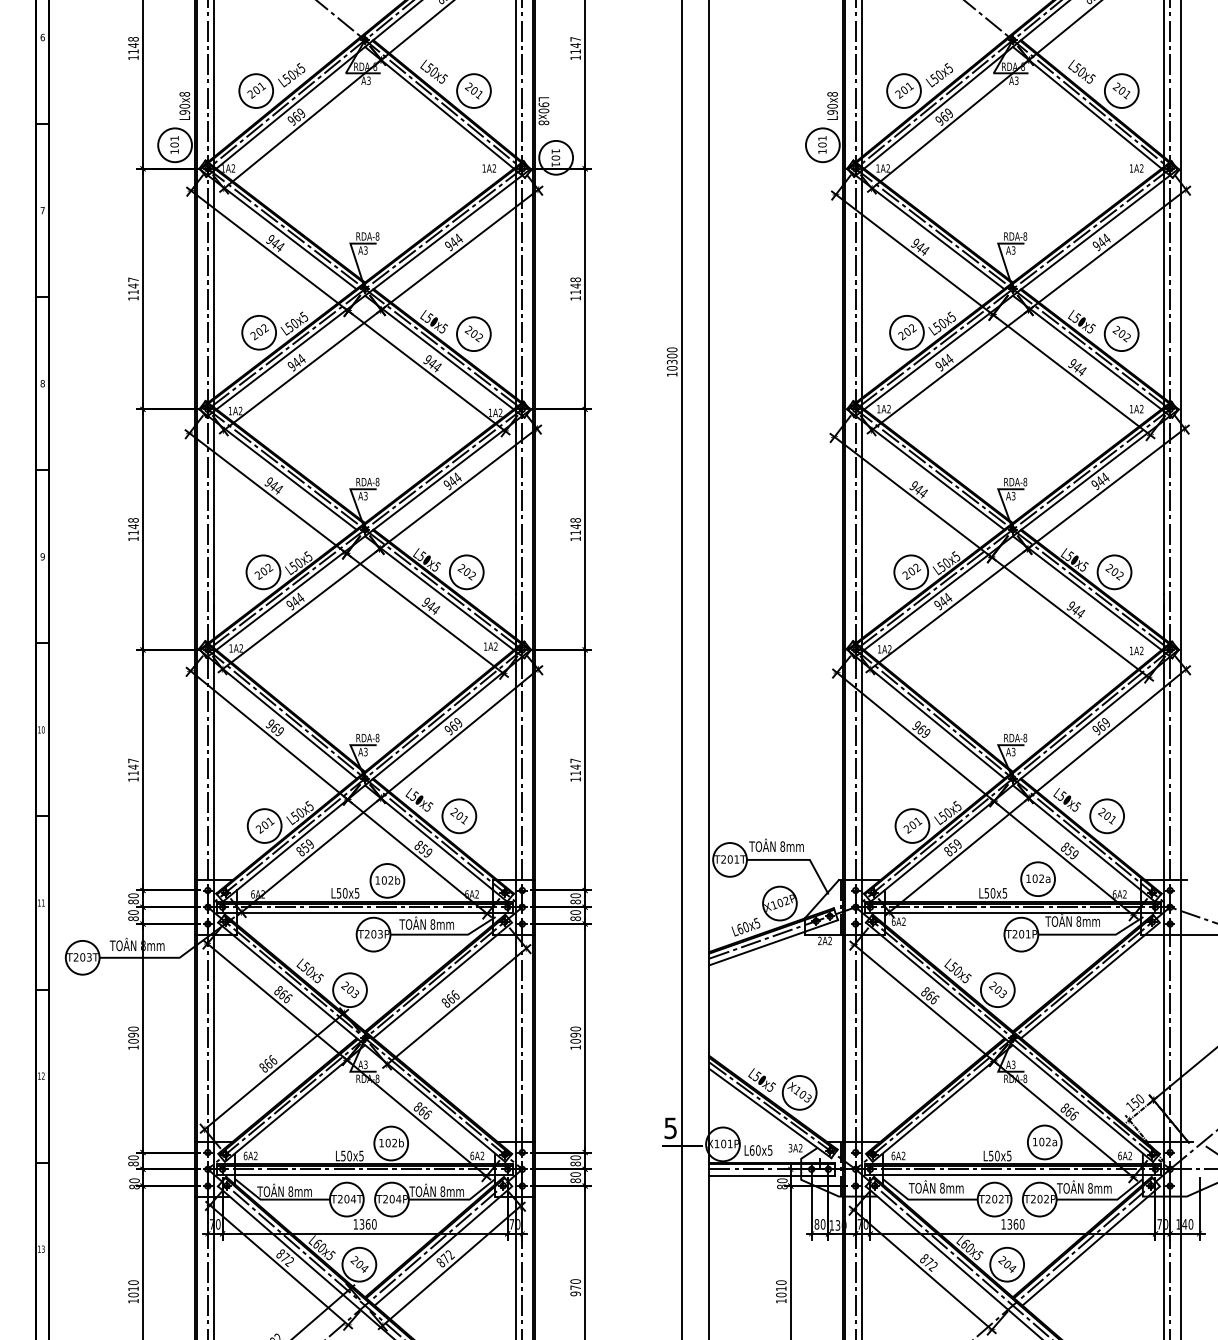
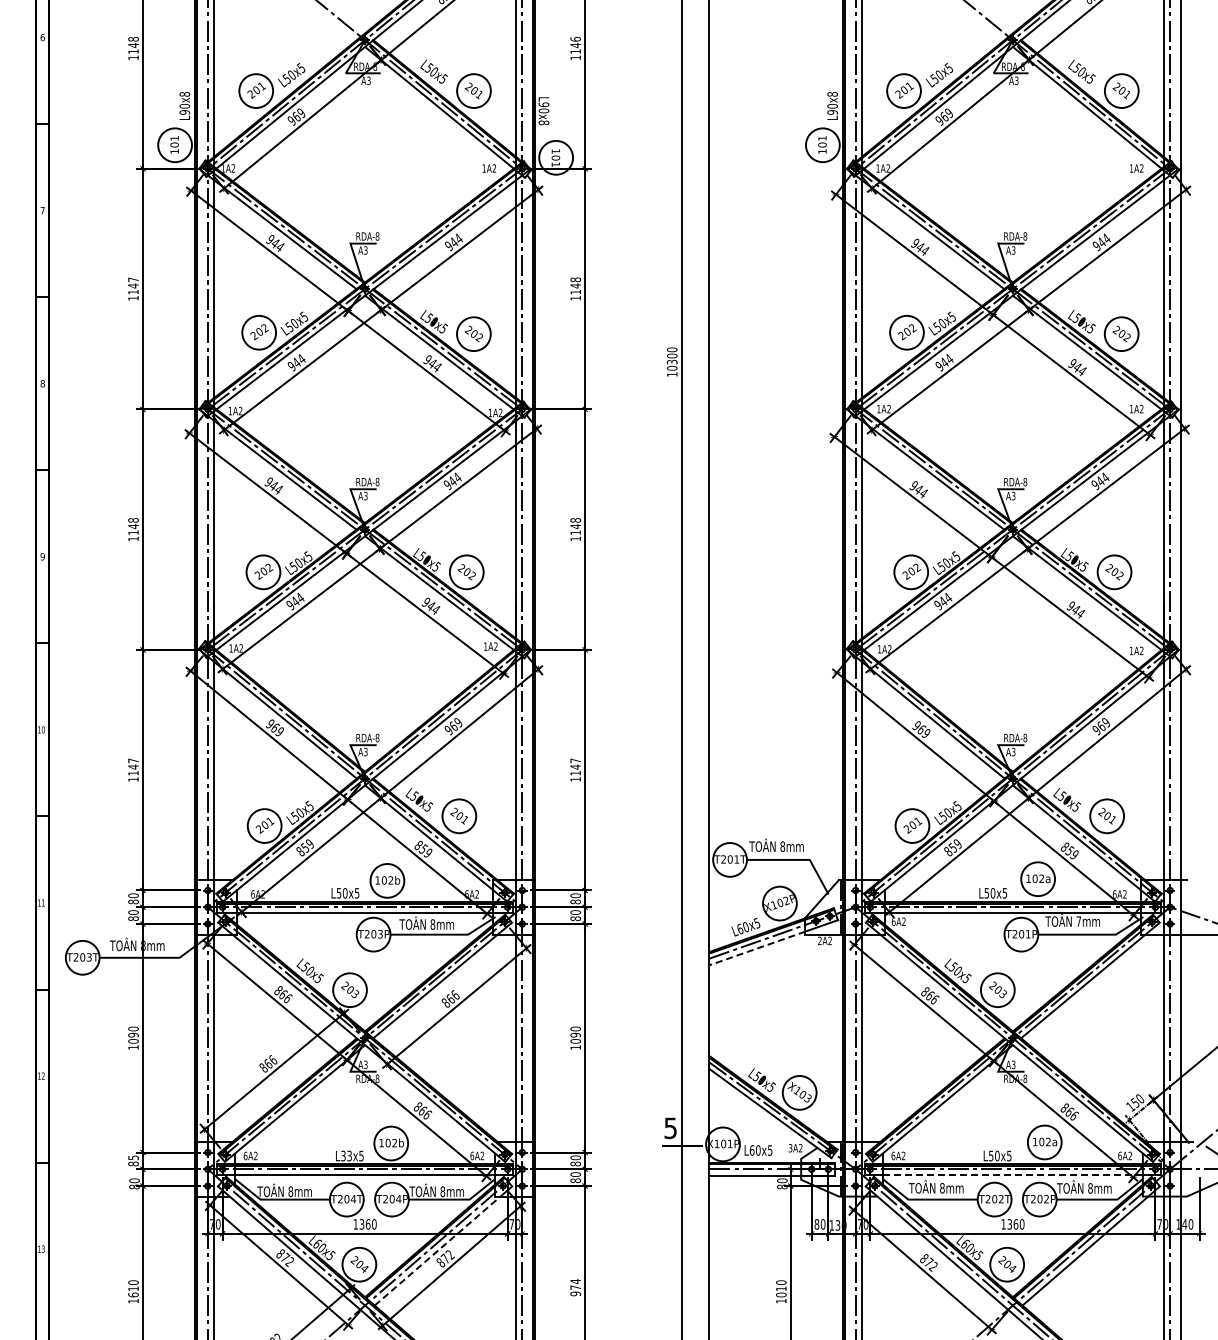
text at (575, 38): 1147 -> 1146
text at (1078, 921): 8mm -> 7mm
line at (757, 948): solid -> dashed
text at (346, 1155): L50x5 -> L33x5
text at (133, 1157): 80 -> 85
line at (1012, 1174): solid -> dashed
line at (438, 1250): solid -> dashed
text at (575, 1281): 970 -> 974
text at (133, 1294): 1010 -> 1610
